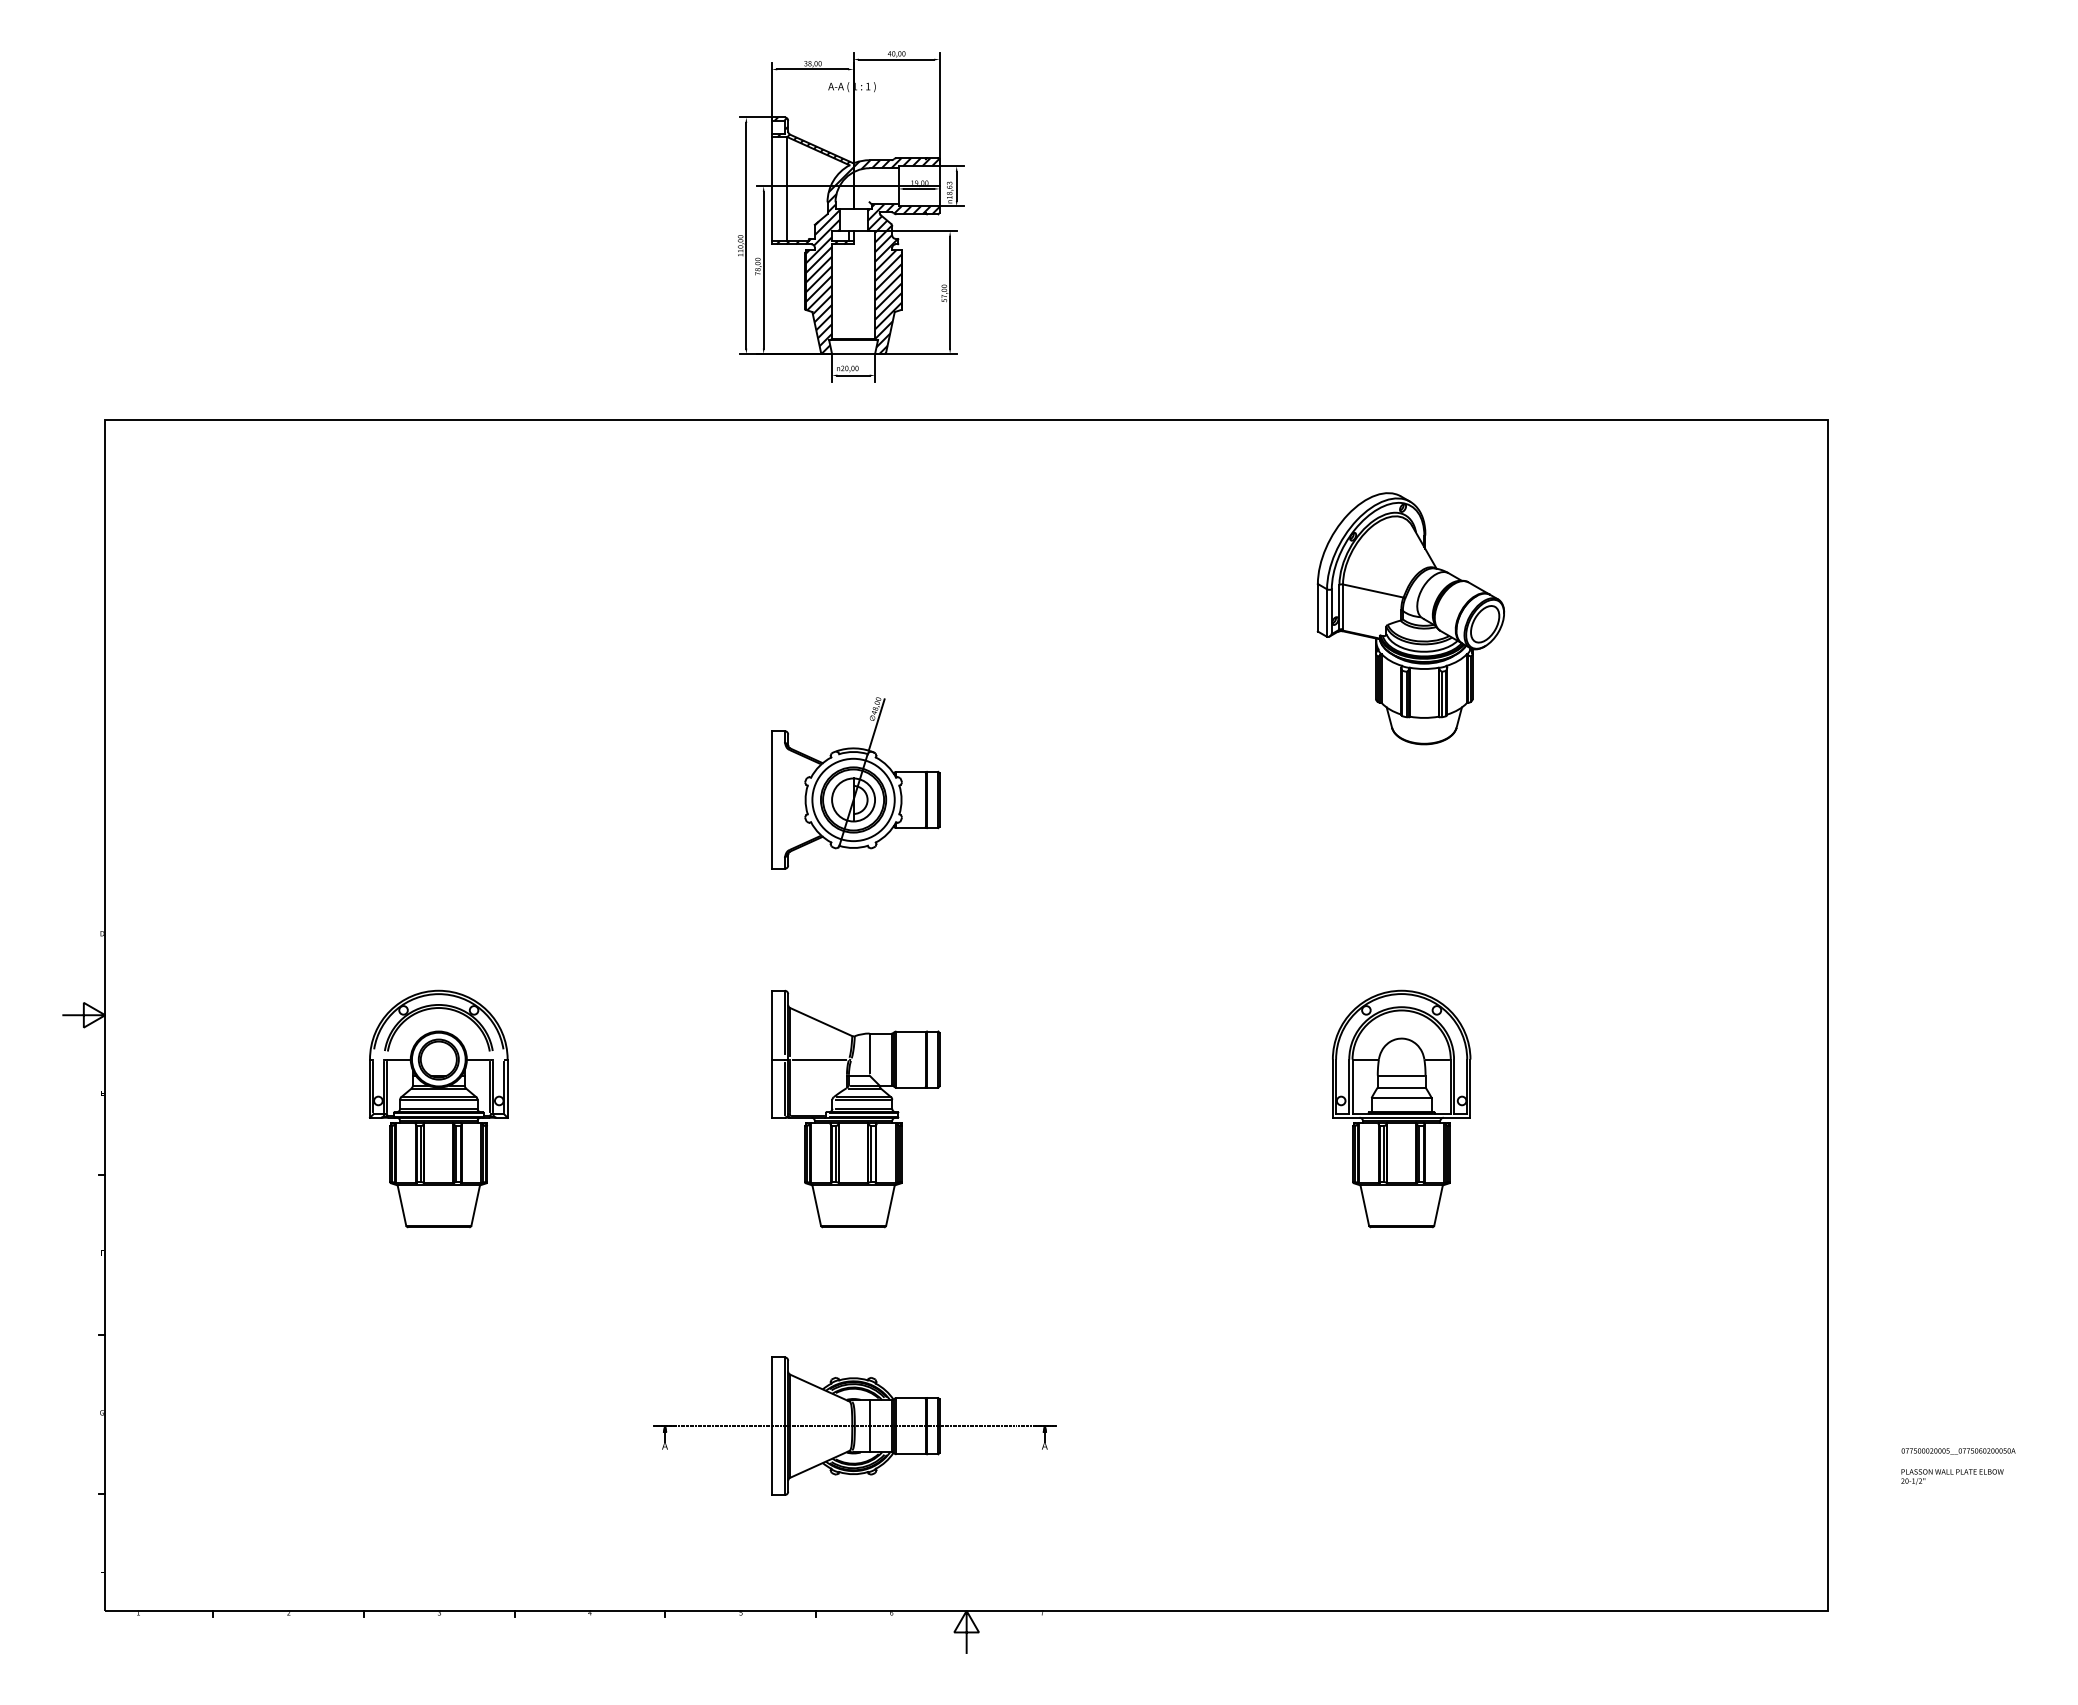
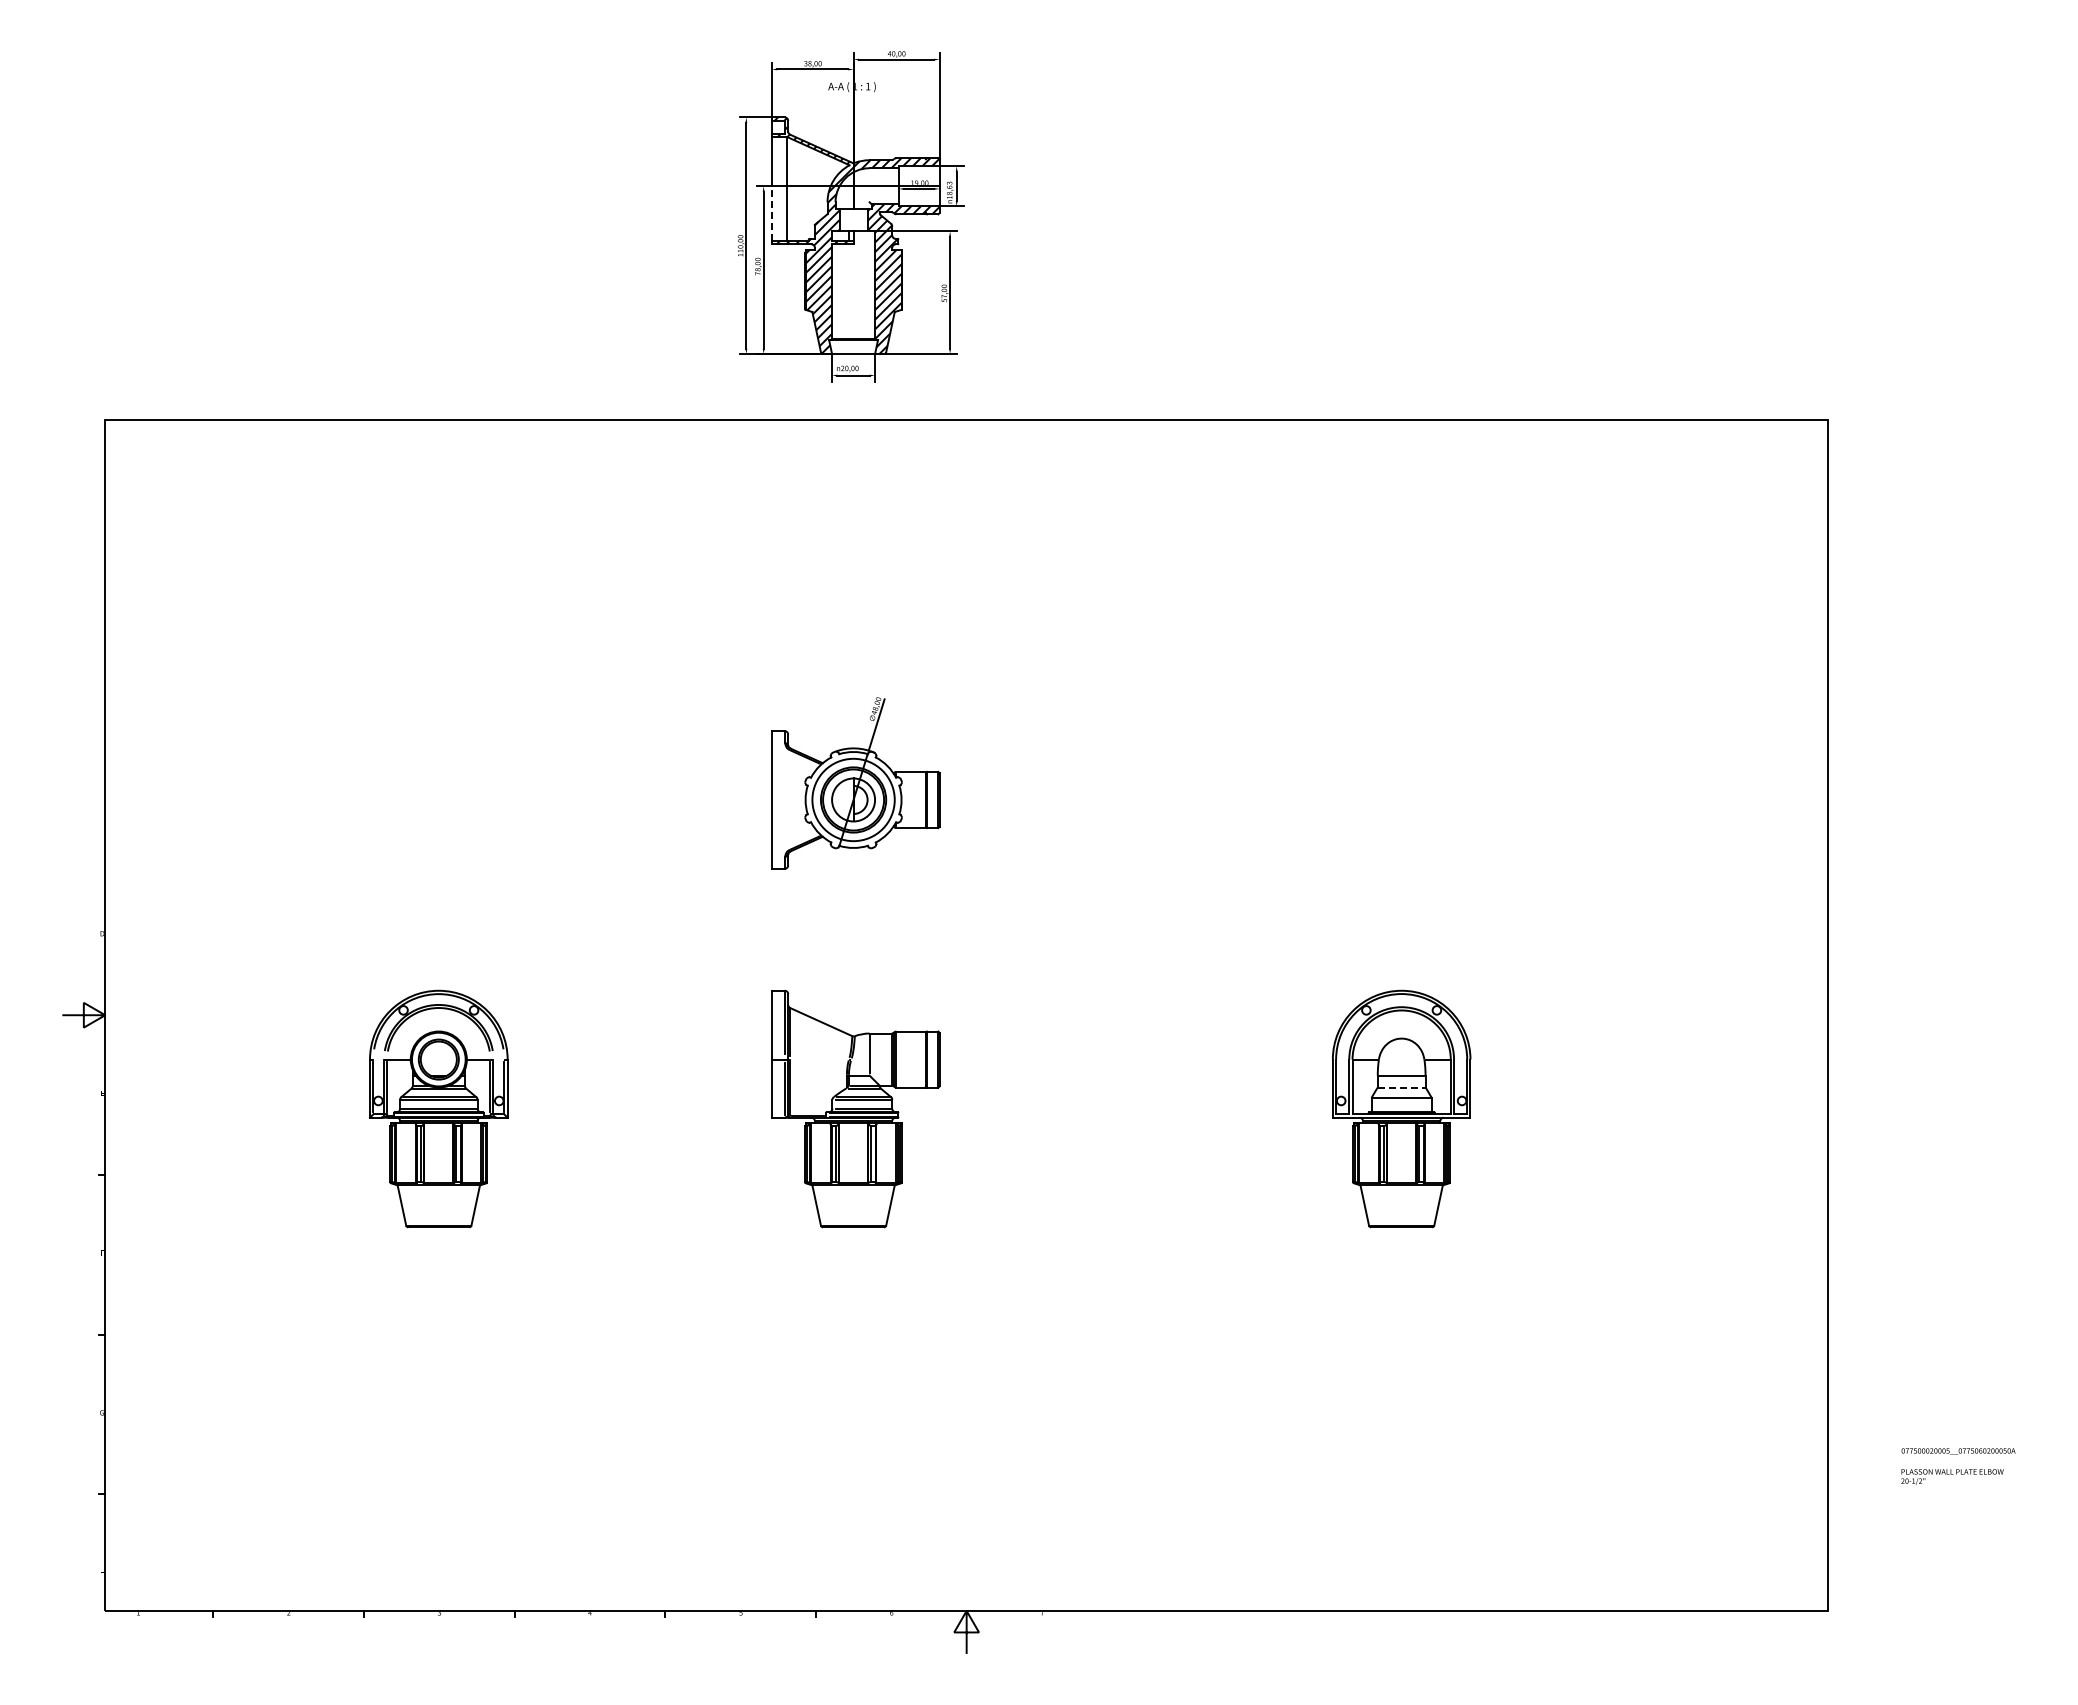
line at (771, 213): solid -> dashed
part at (1410, 618): present -> none
line at (819, 1059): present -> none
line at (1401, 1087): solid -> dashed
part at (854, 1425): present -> none
